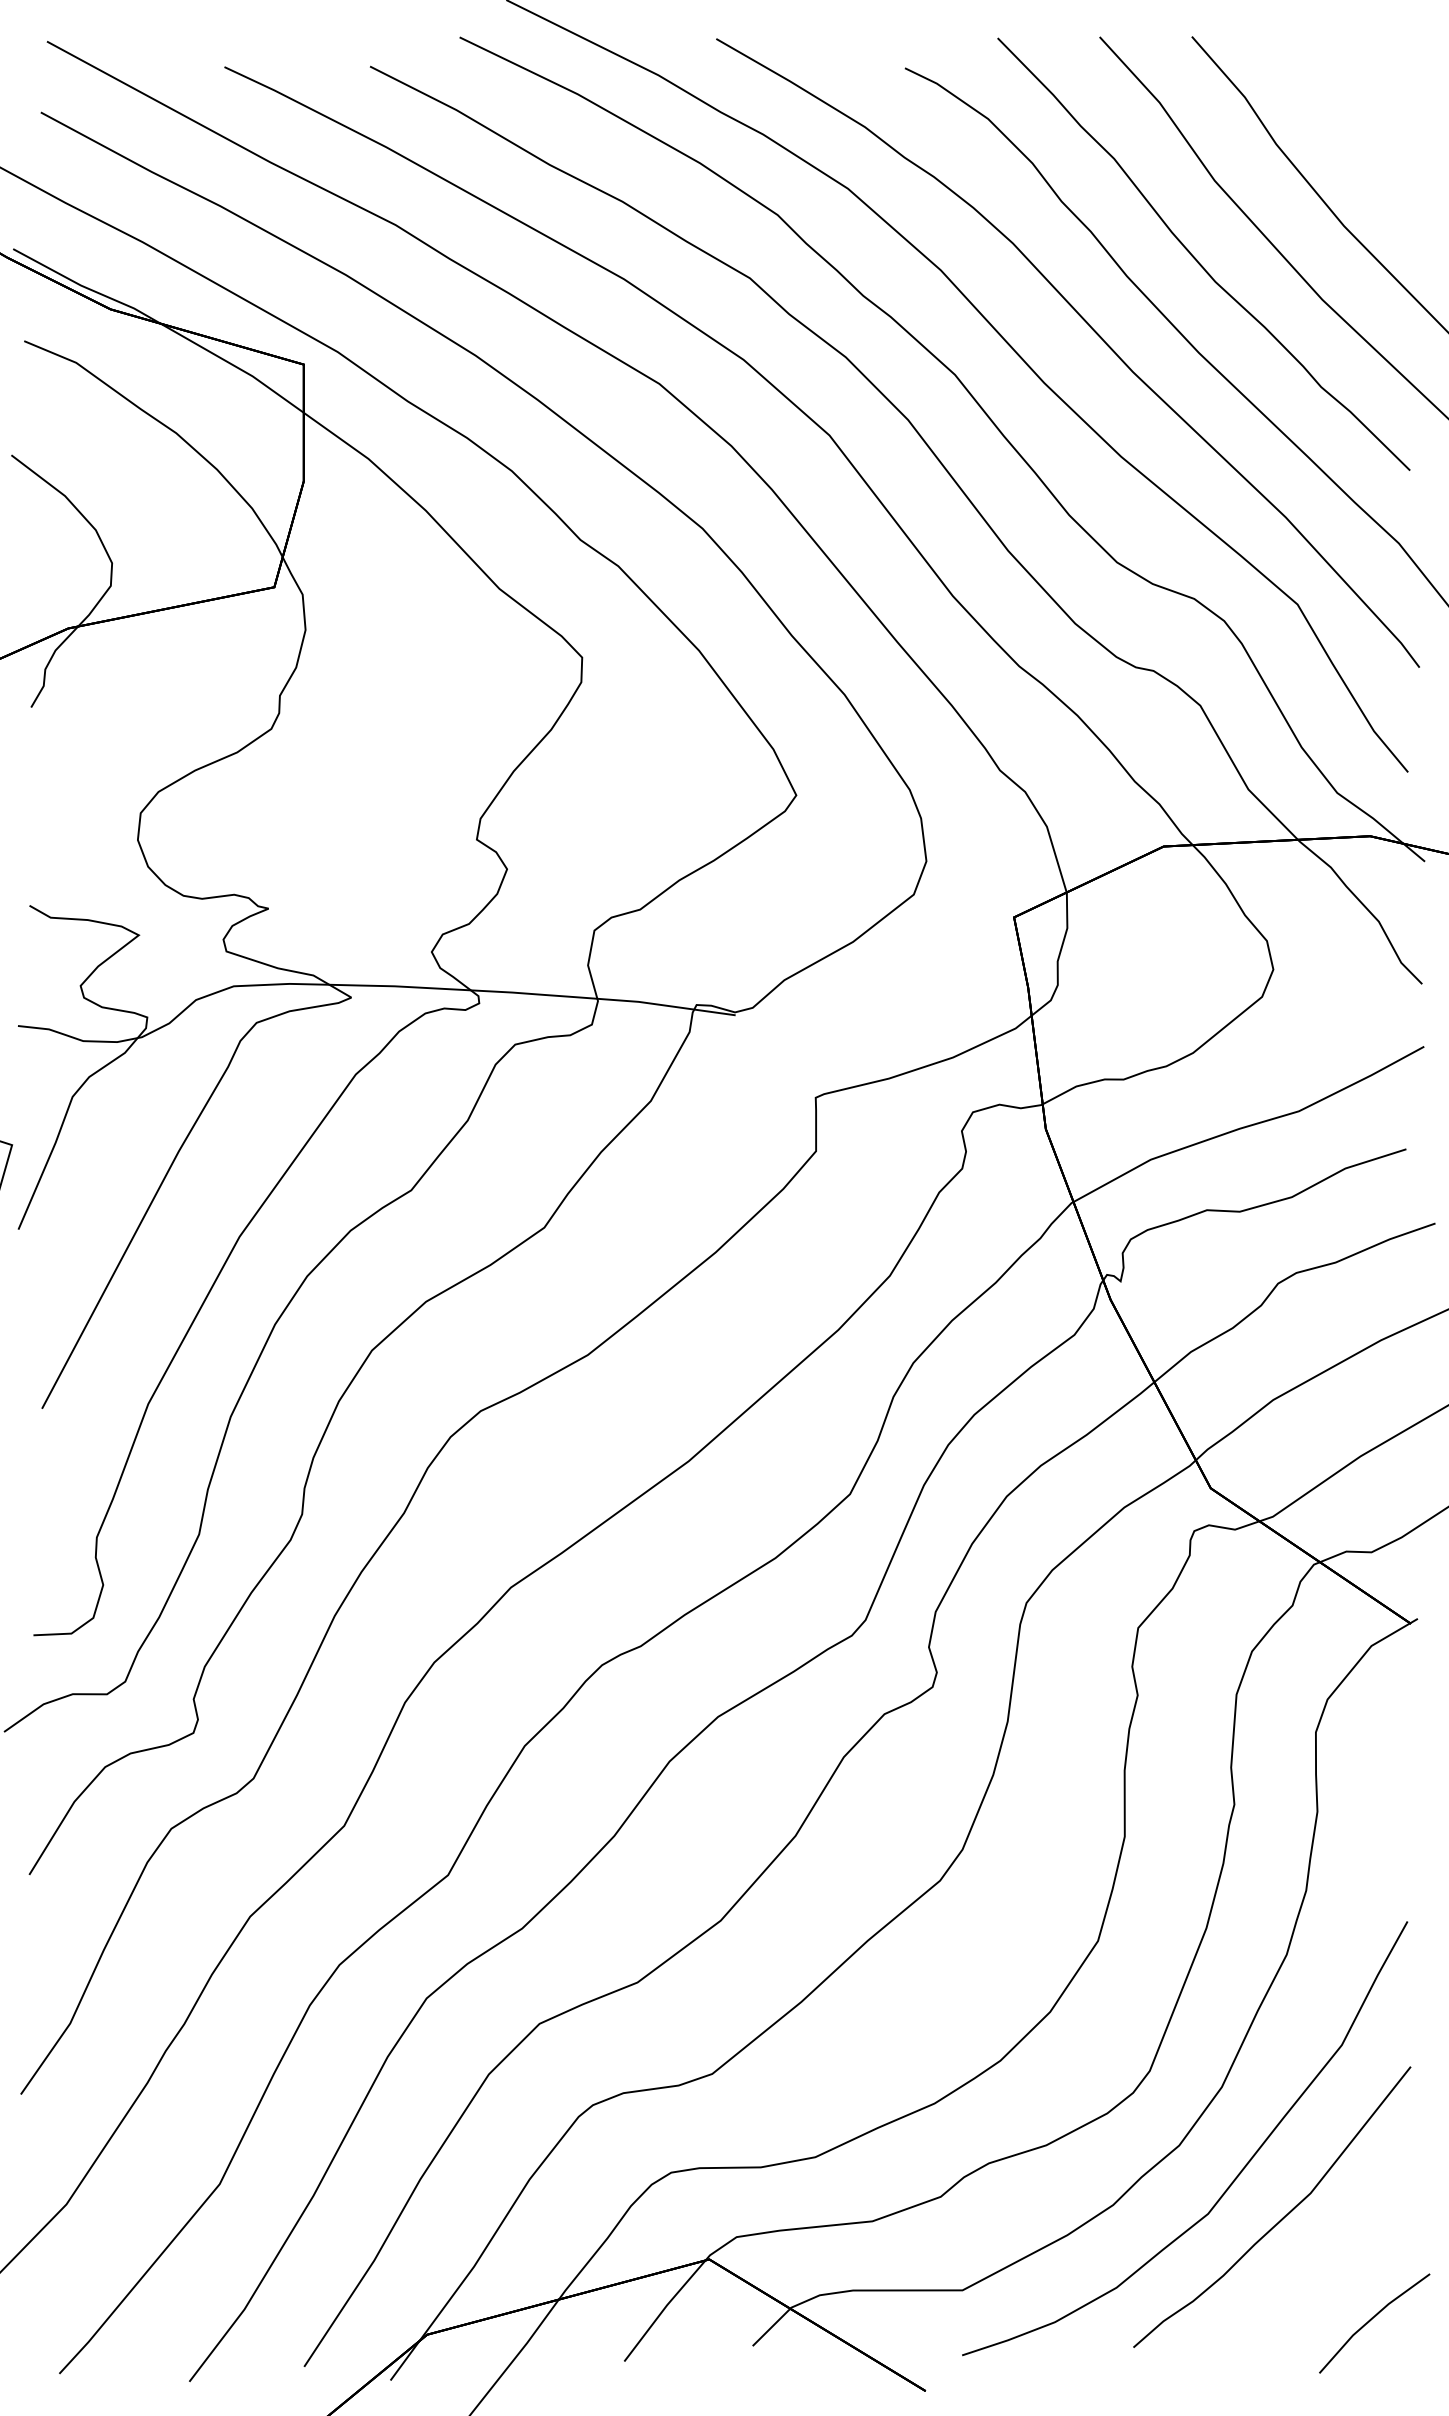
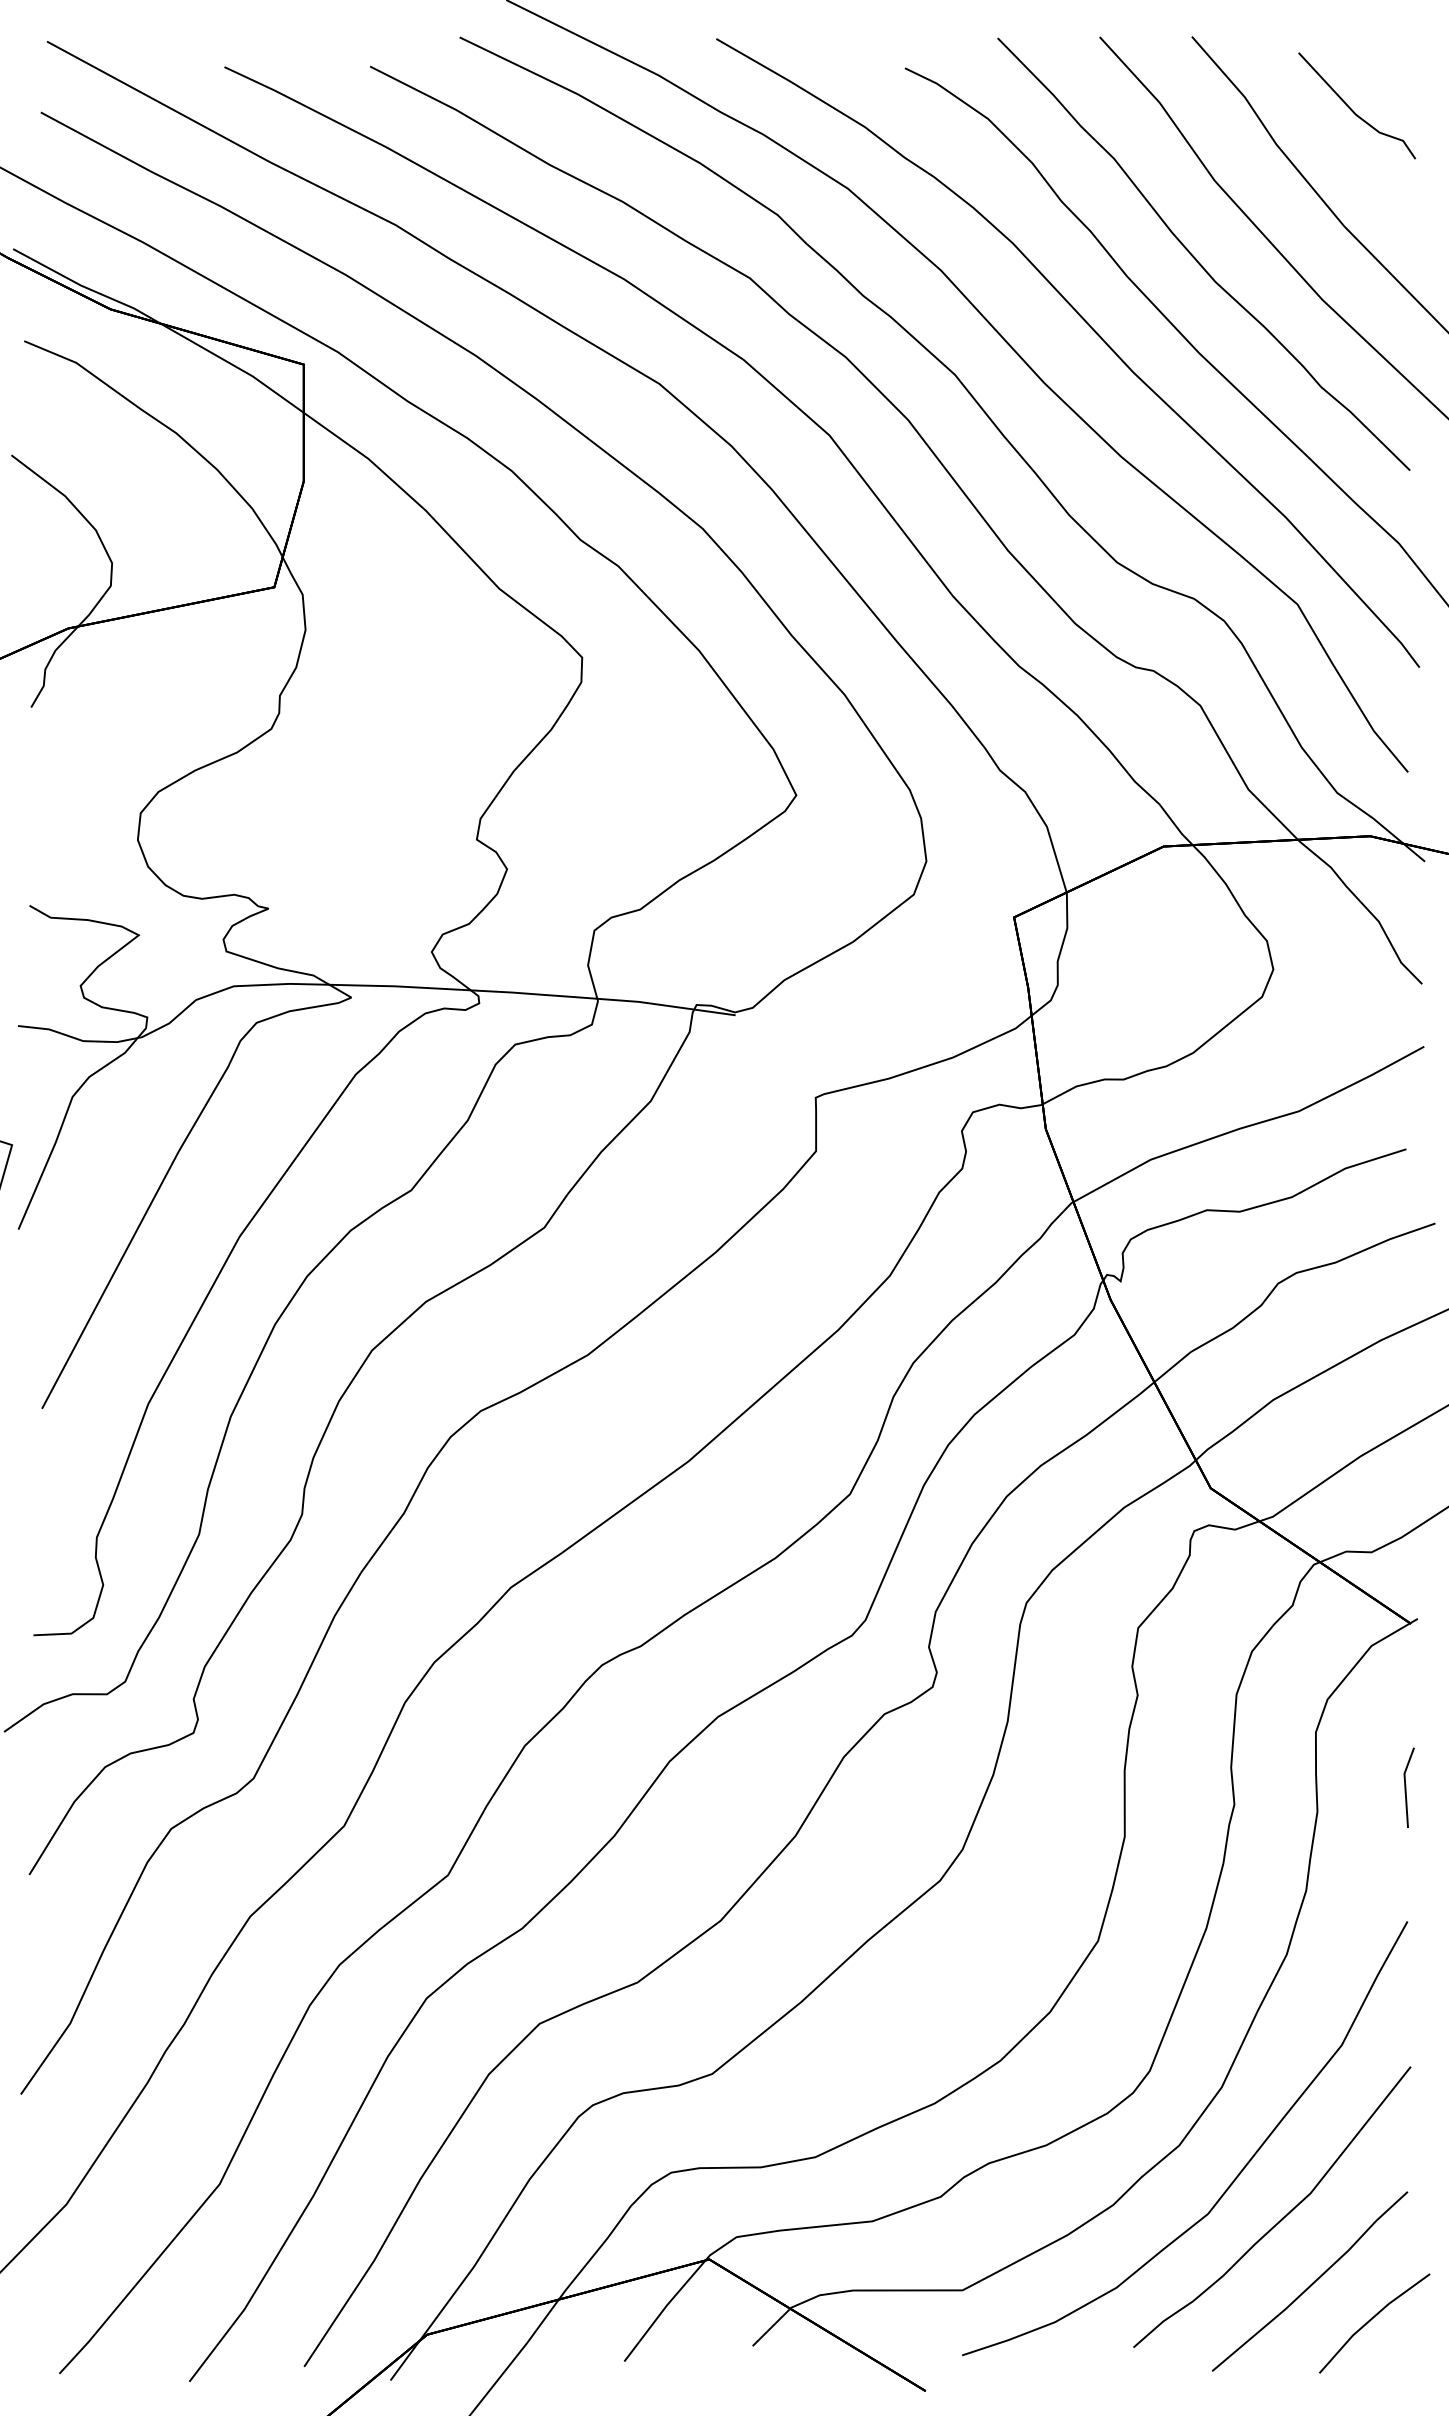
line at (1352, 109): none -> present
line at (1406, 1787): none -> present
line at (1311, 2283): none -> present
